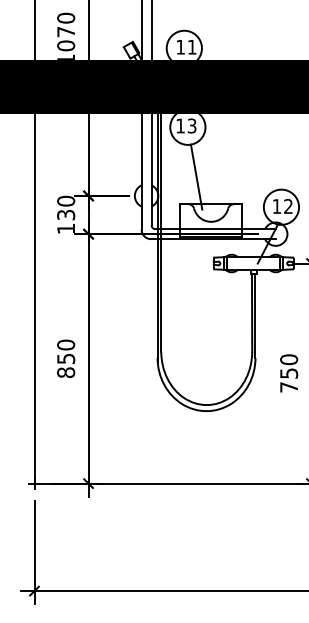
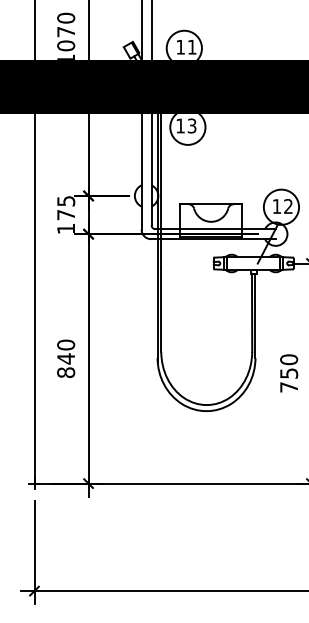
line at (196, 176): present -> none
text at (66, 207): 130 -> 175
text at (66, 358): 850 -> 840
